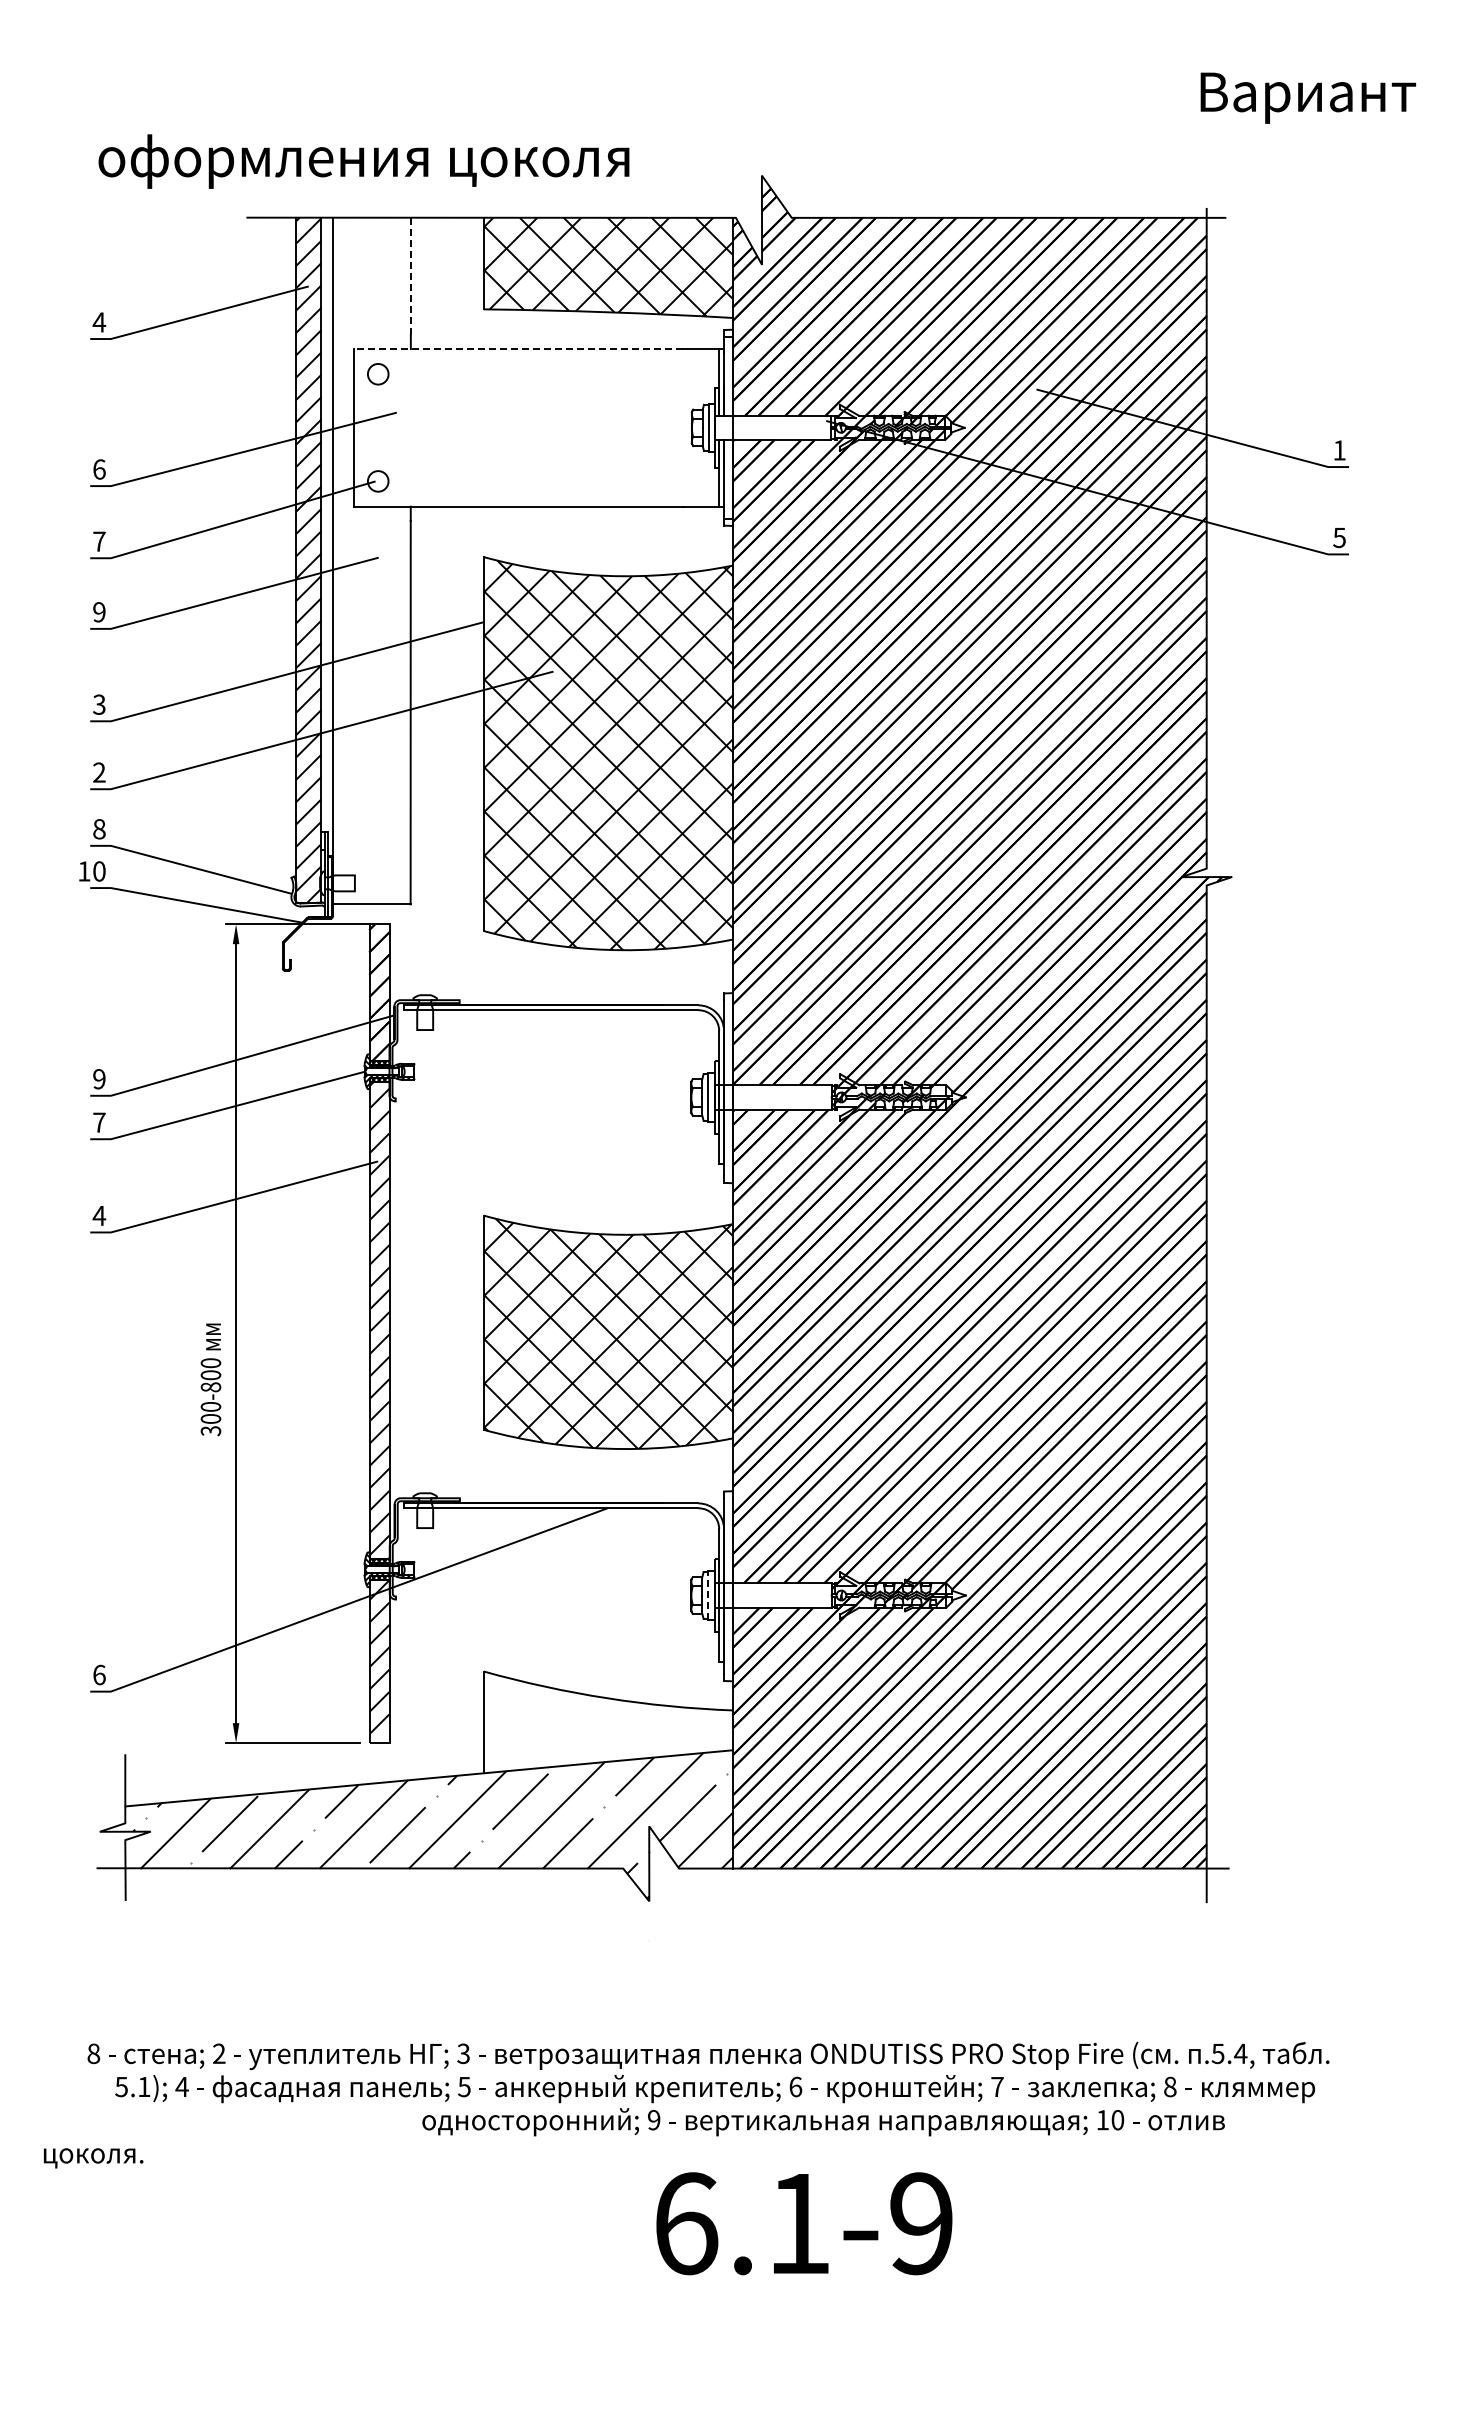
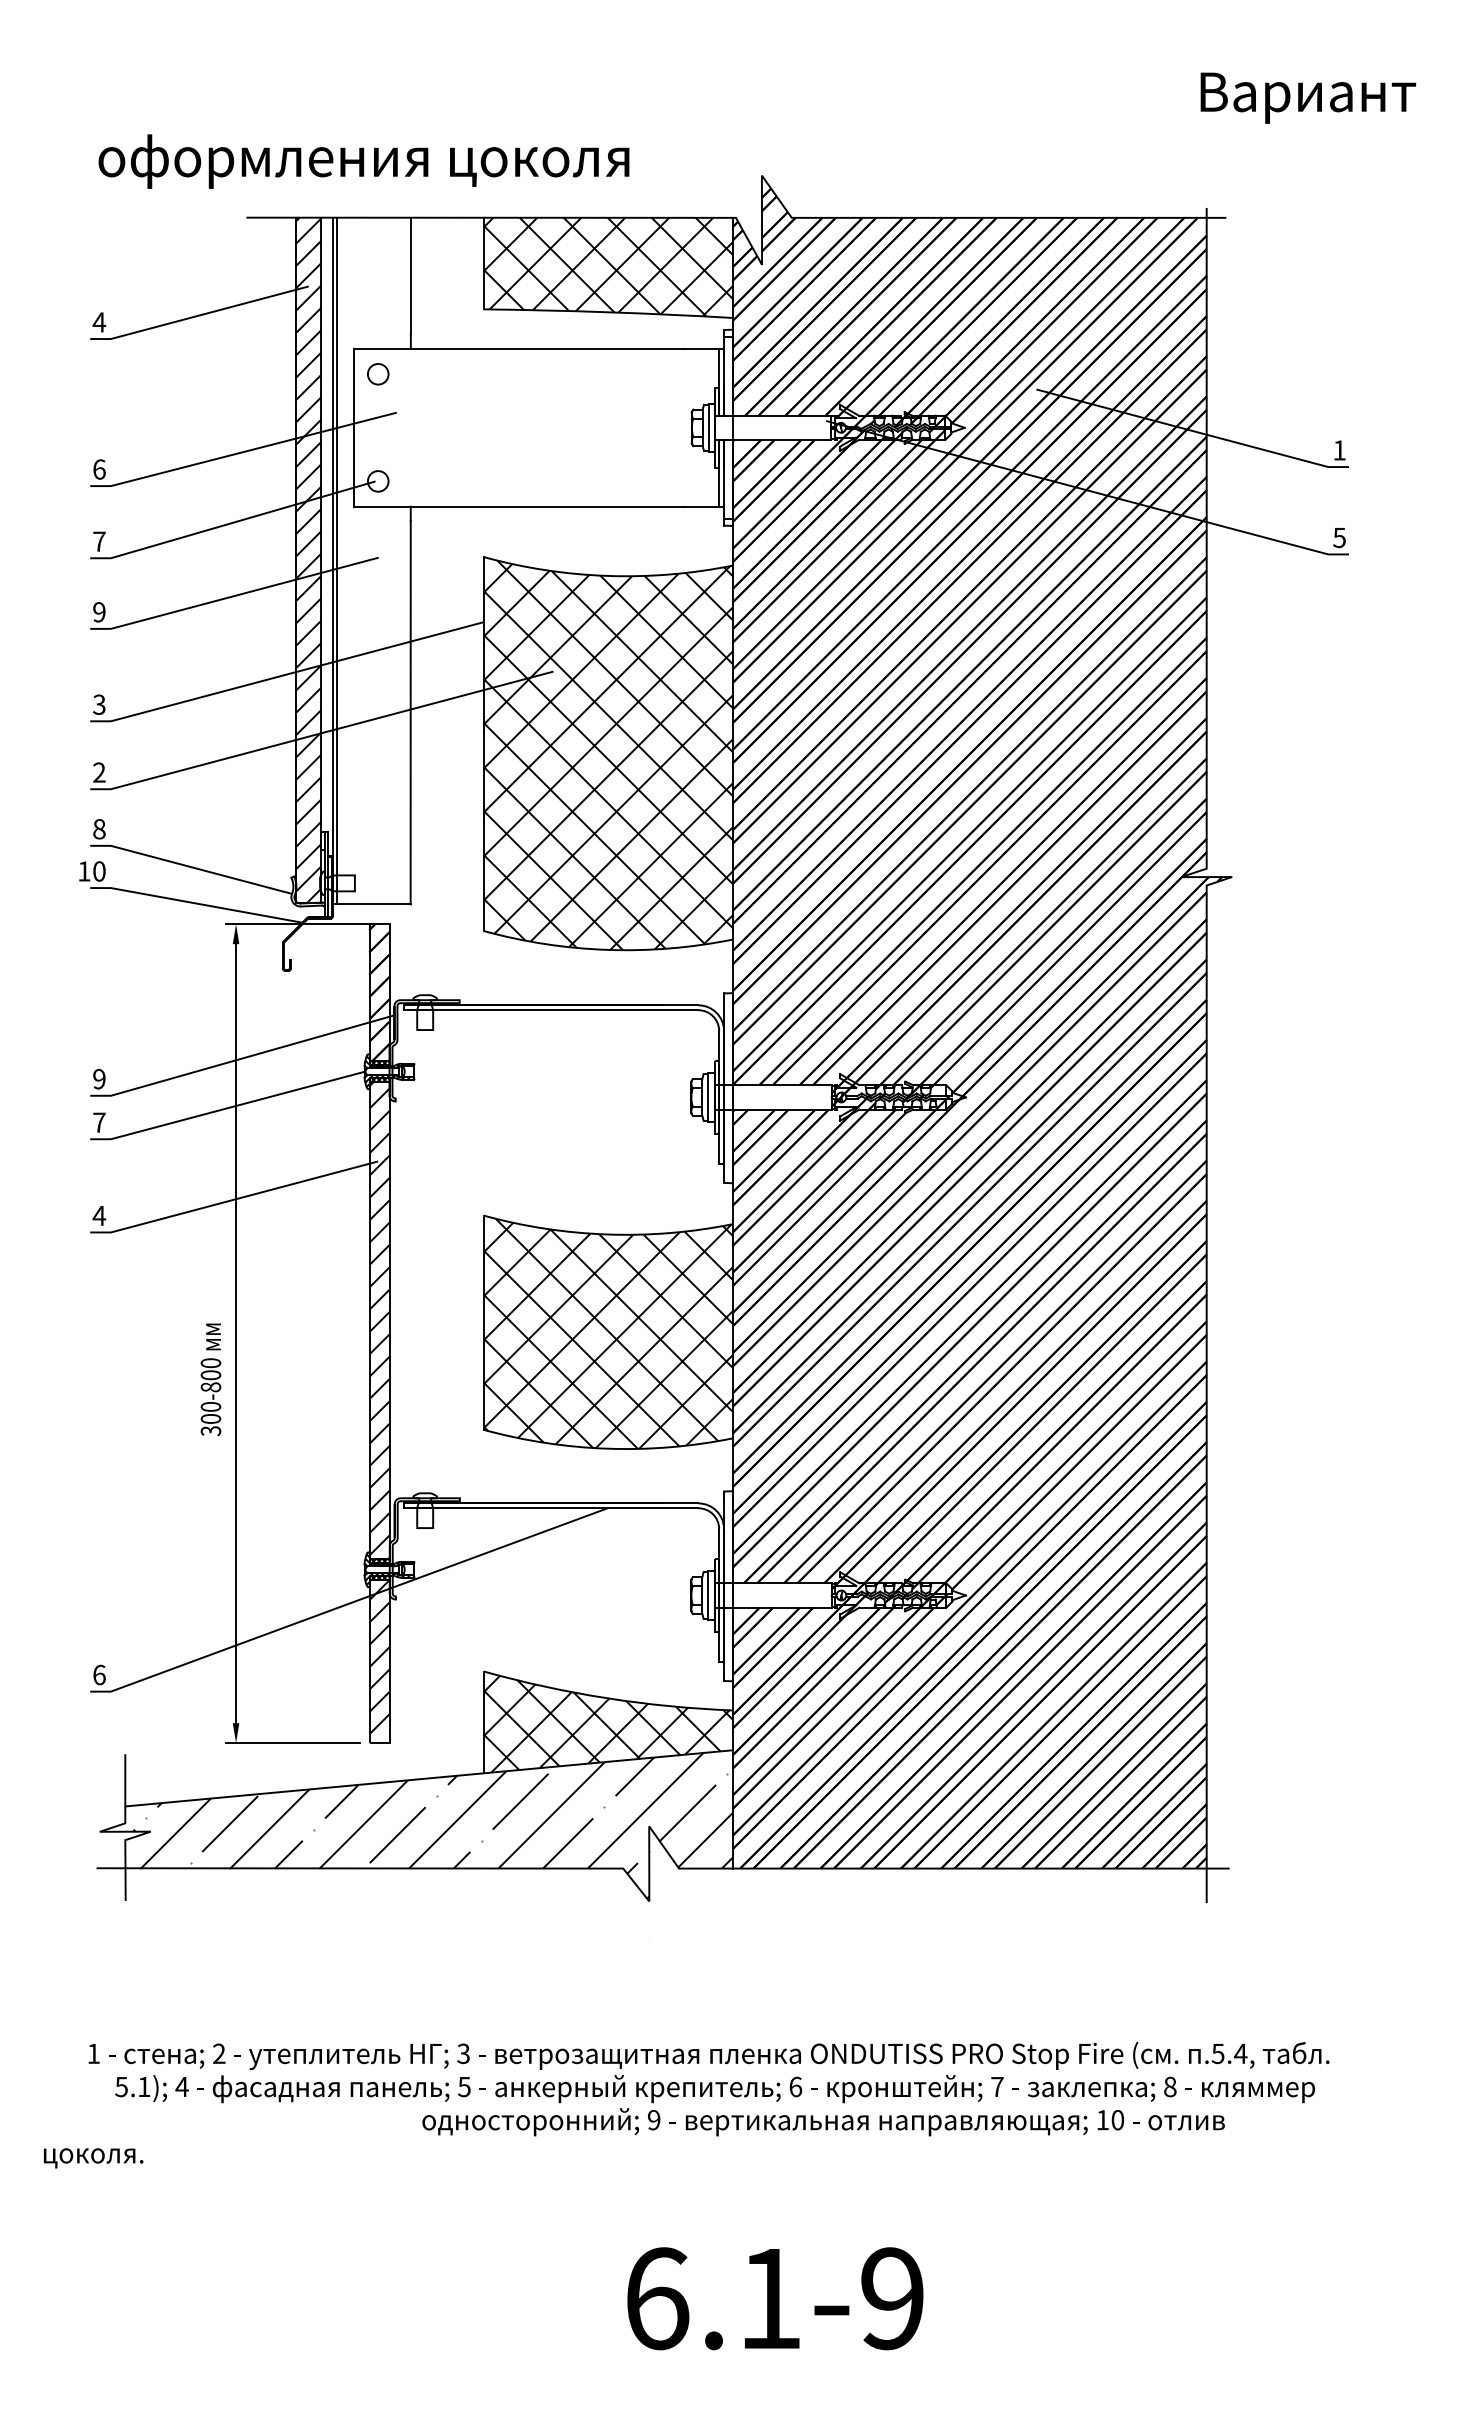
line at (410, 276): dashed -> solid
line at (518, 349): dashed -> solid
line at (336, 560): none -> present
line at (708, 1595): dashed -> solid
hatch at (607, 1723): none -> present
text at (93, 2053): 8 -> 1
text at (804, 2223) position: (804, 2223) -> (775, 2298)
